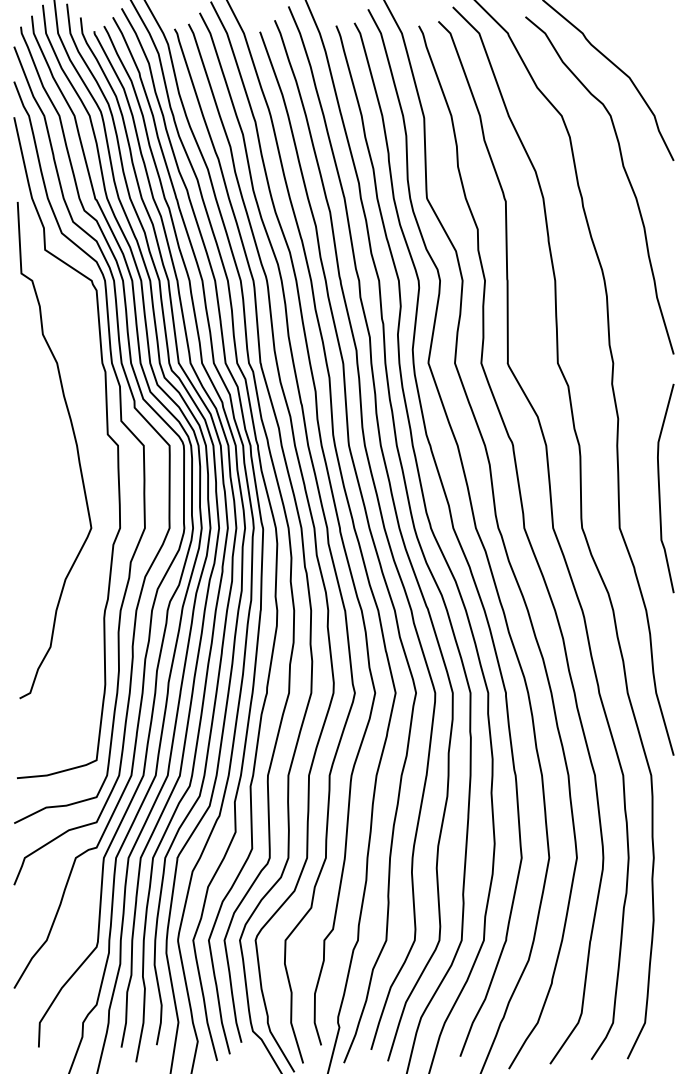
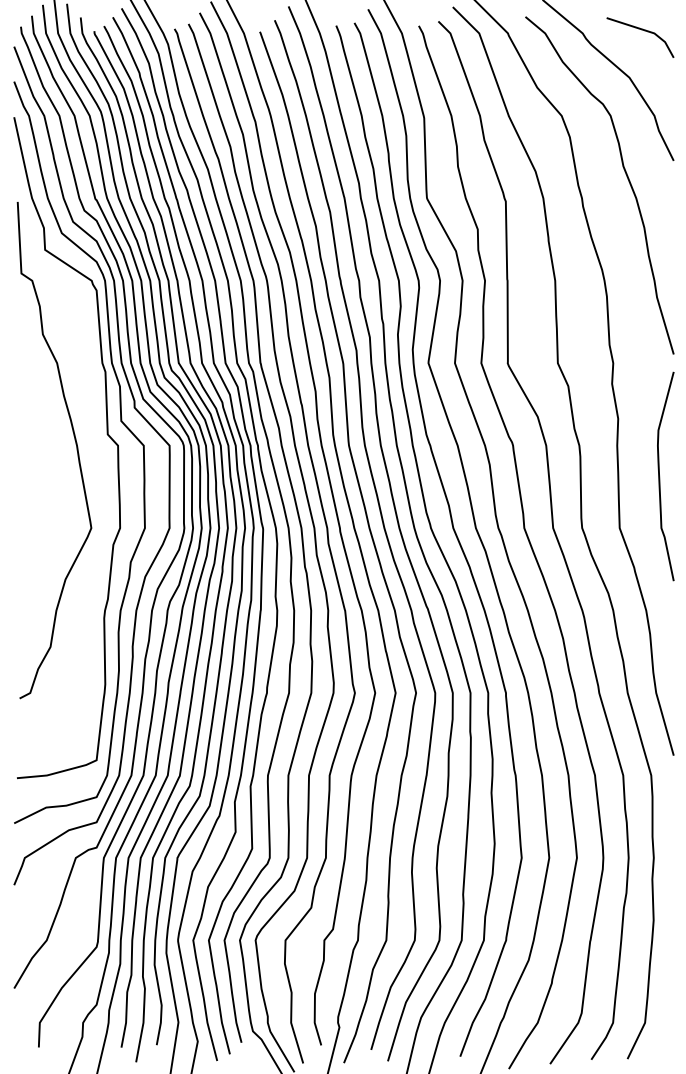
line at (641, 30): none -> present
curve at (660, 488) position: (660, 488) -> (660, 476)
